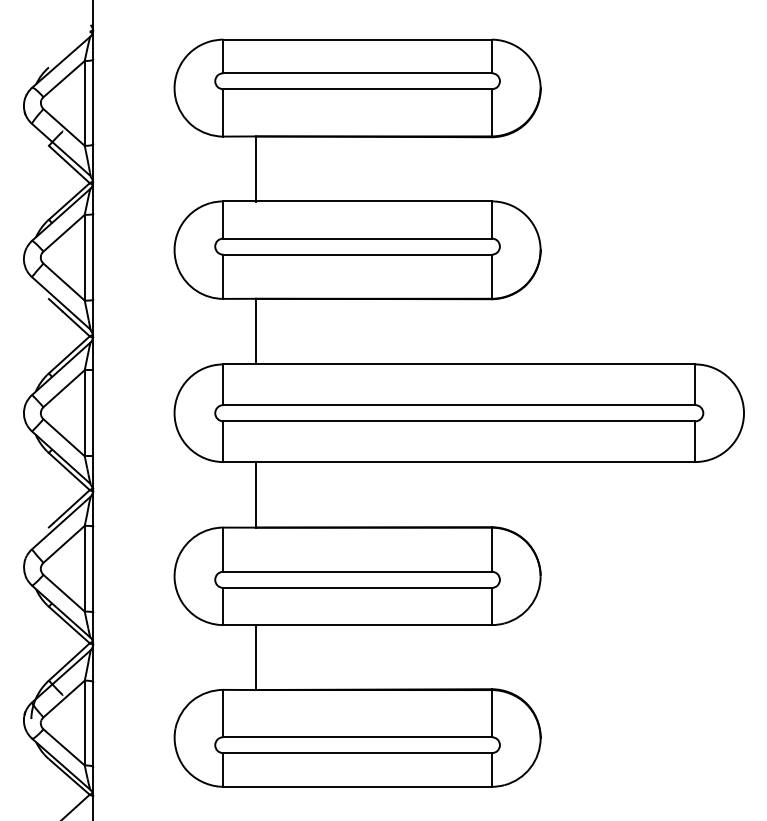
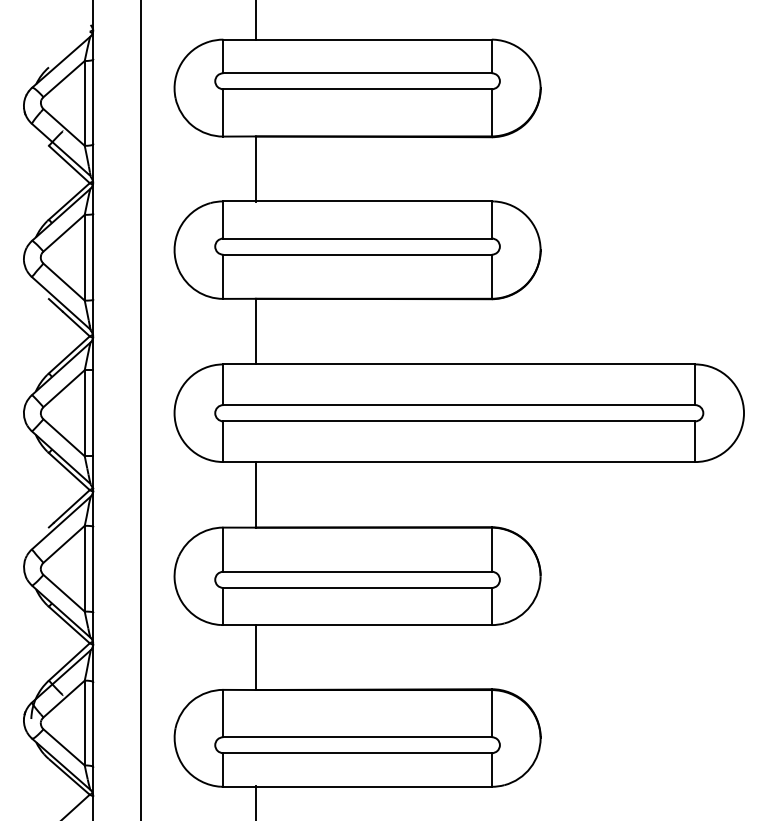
line at (255, 21): none -> present
line at (141, 409): none -> present
line at (255, 801): none -> present
